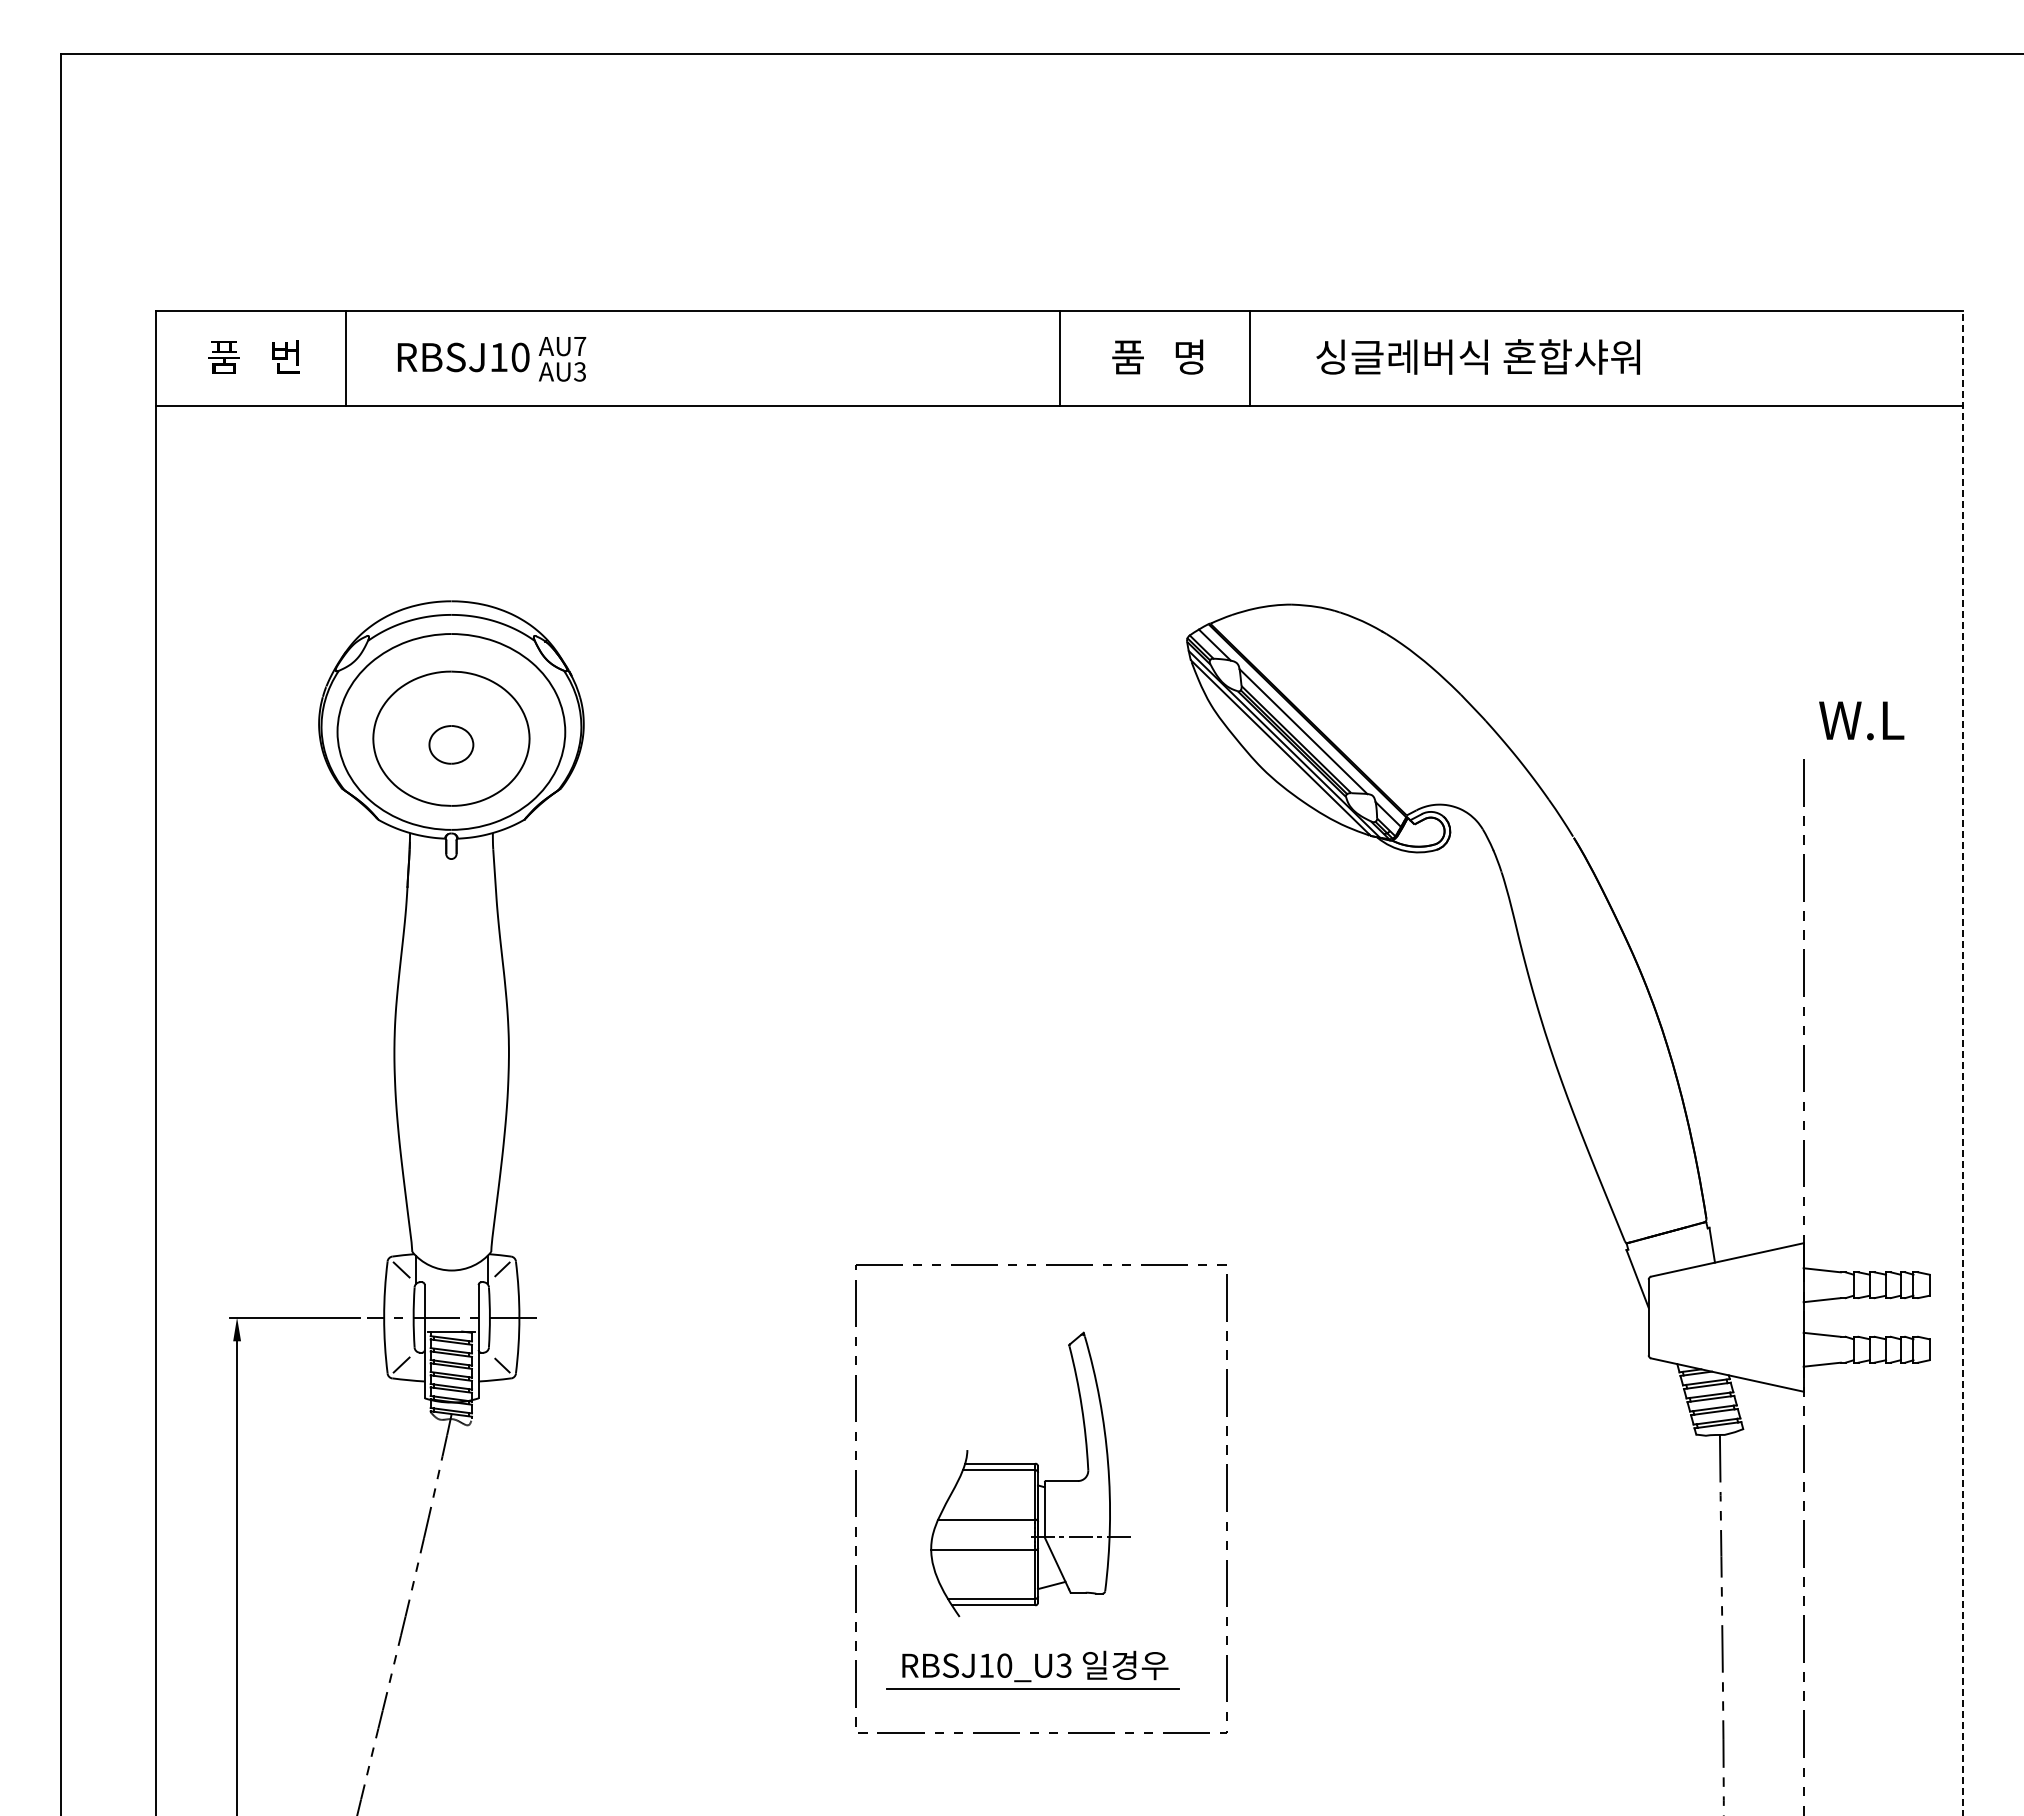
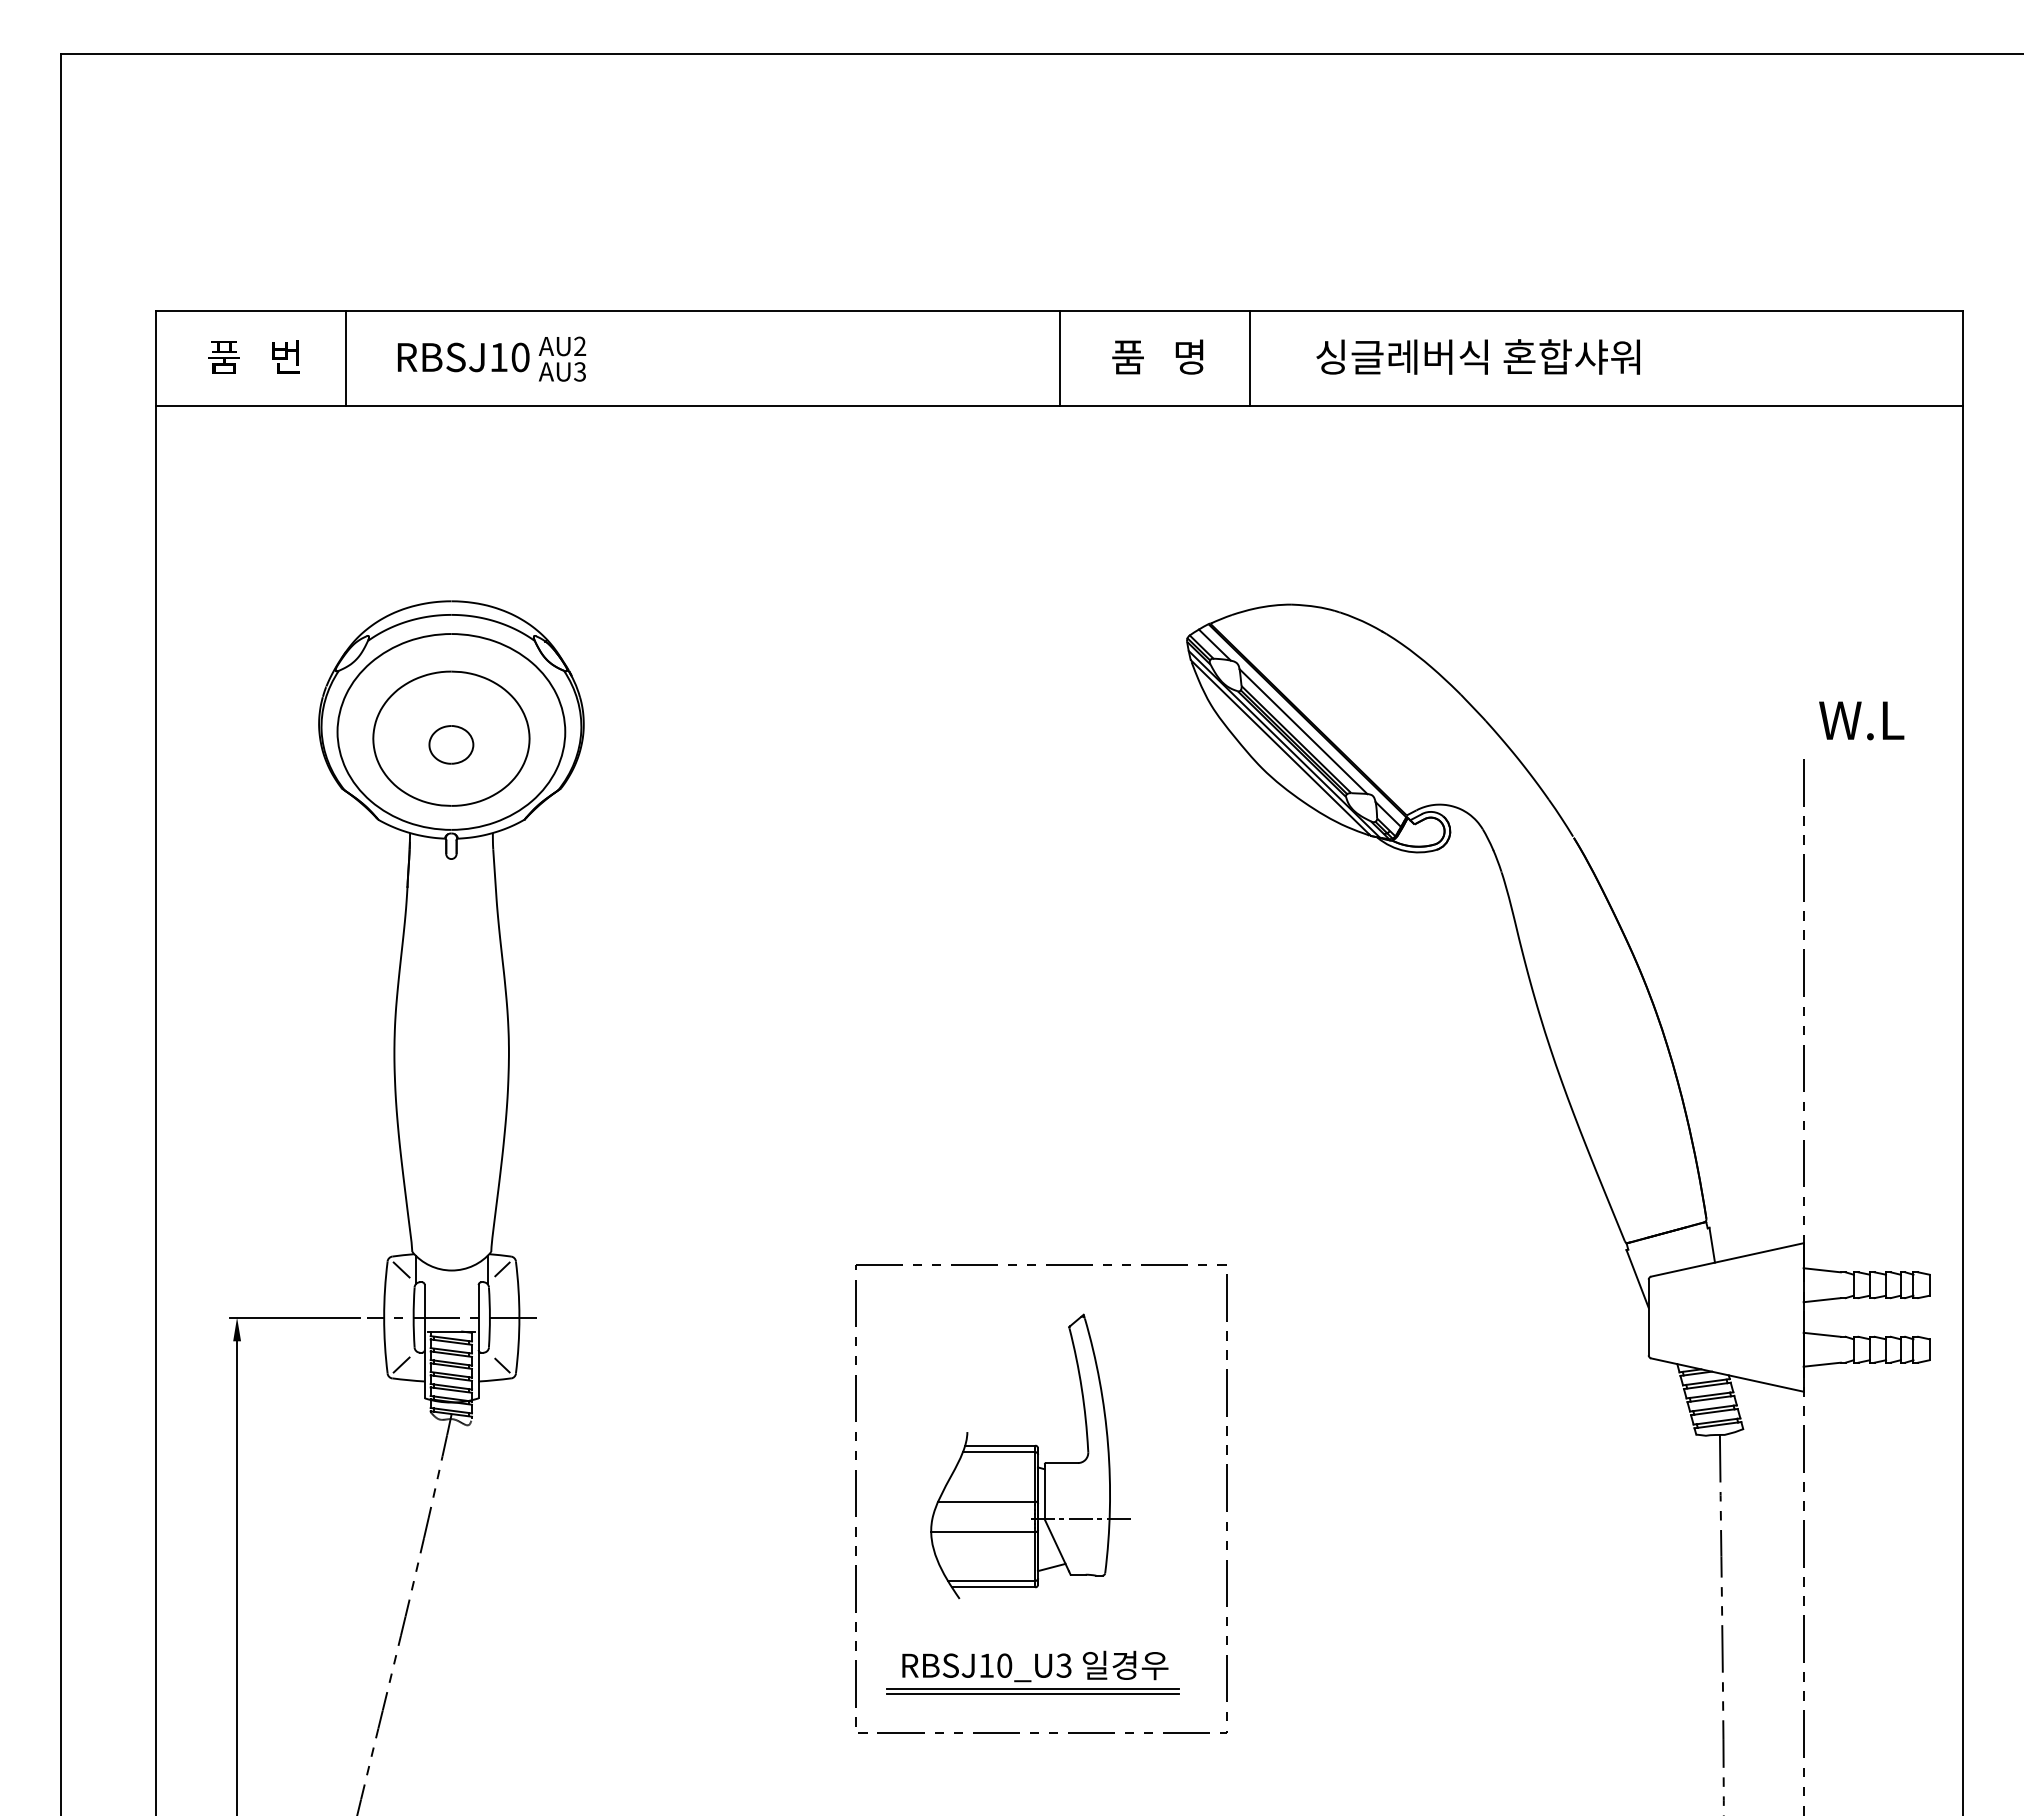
text at (580, 345): AU7 -> AU2
line at (1963, 1063): dashed -> solid
part at (1030, 1473) position: (1030, 1473) -> (1030, 1455)
line at (1033, 1693): none -> present
